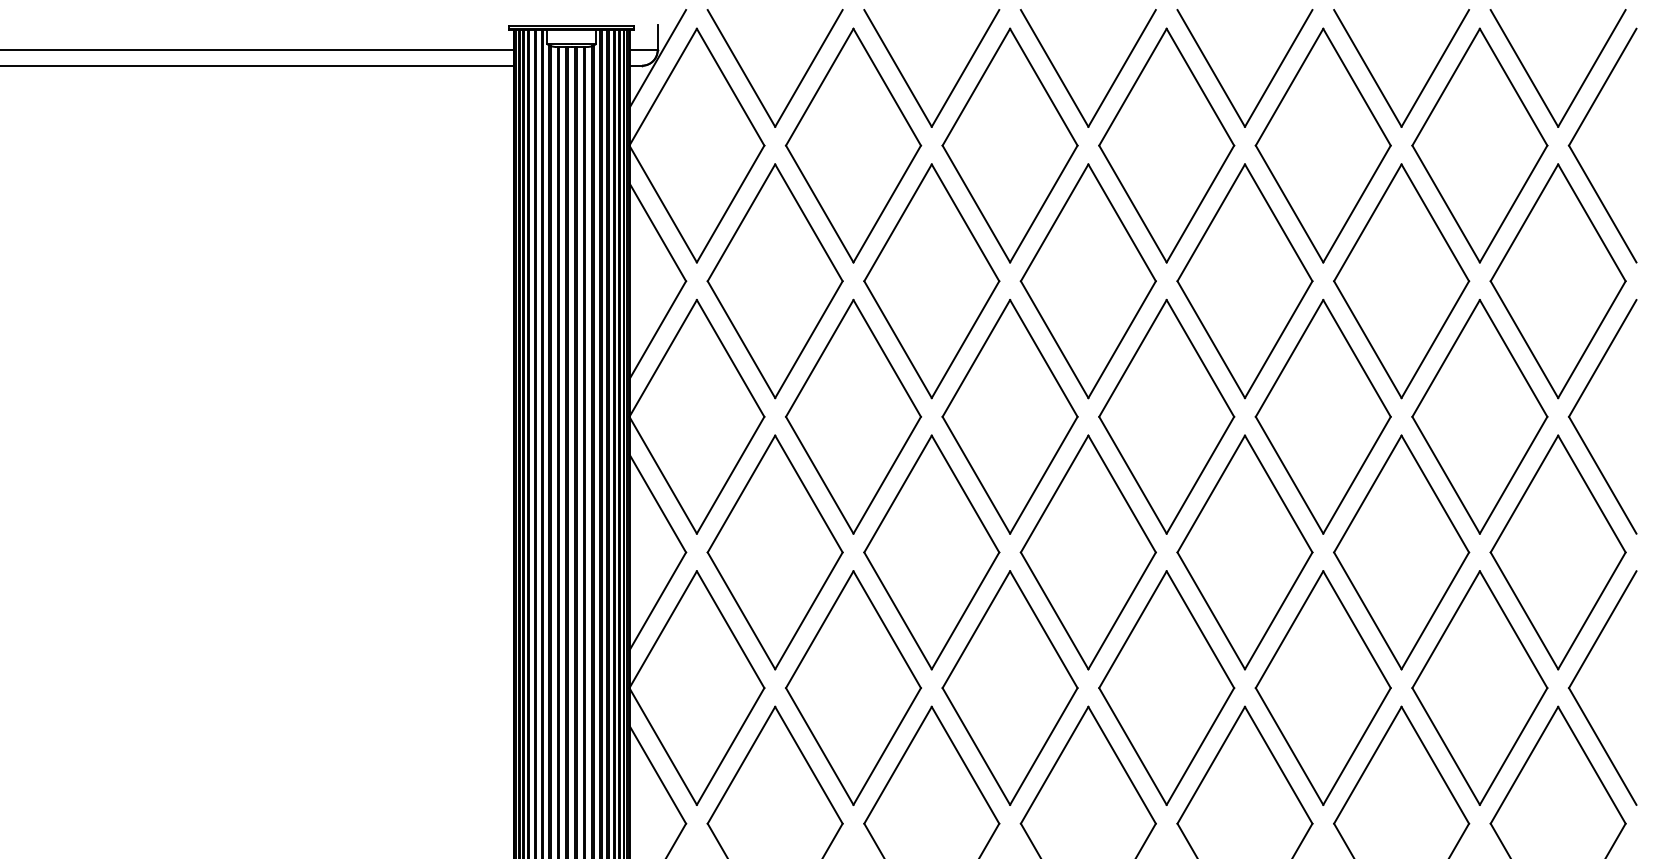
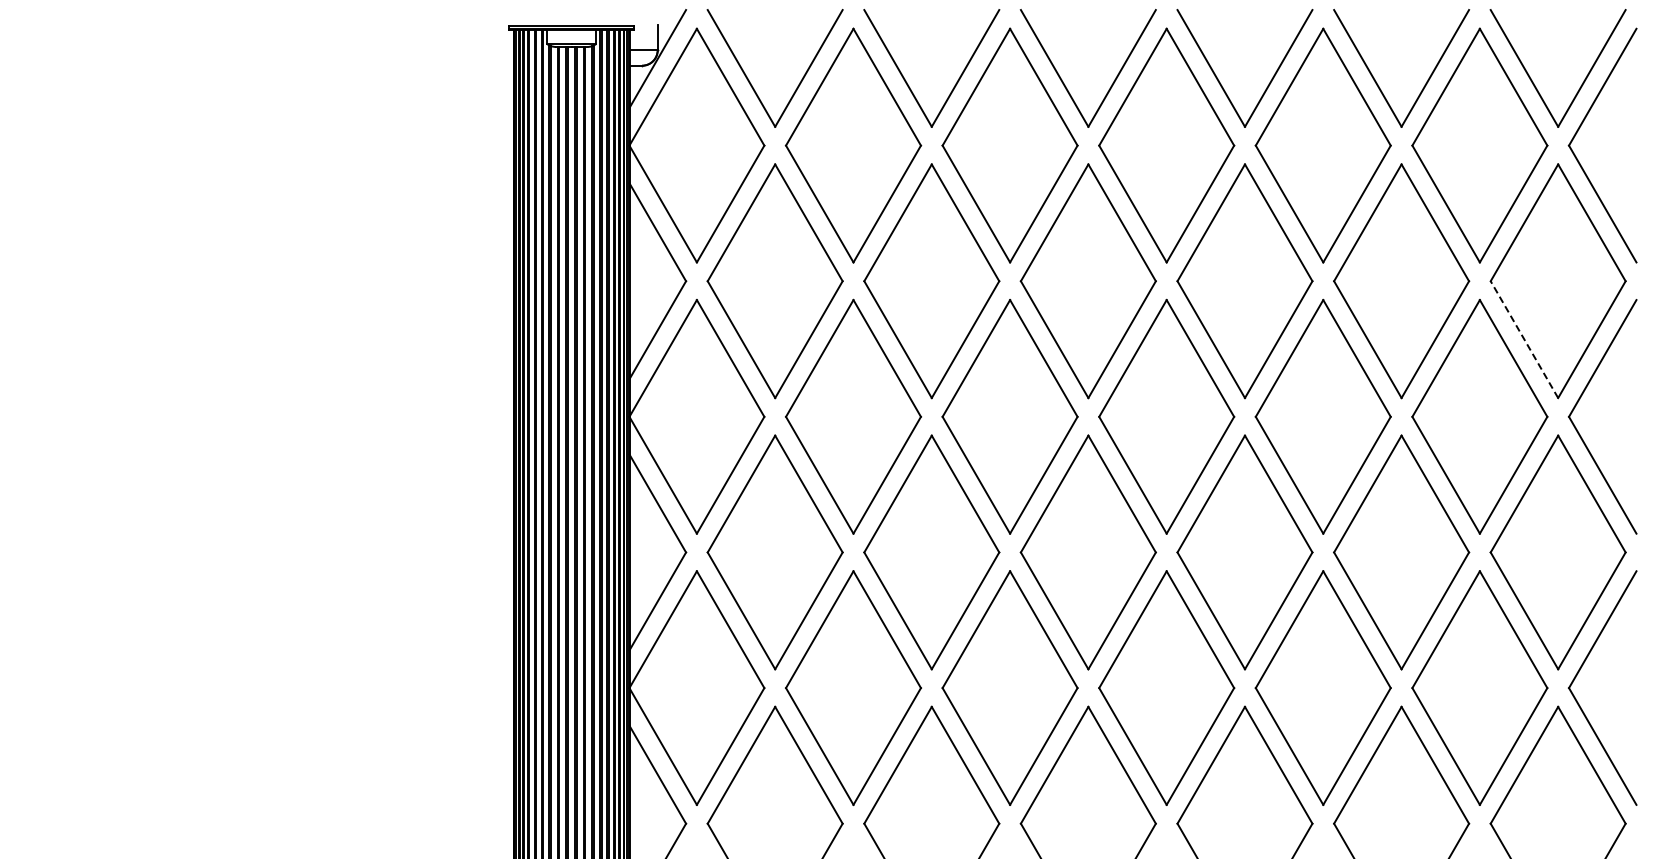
line at (257, 50): present -> none
line at (257, 65): present -> none
line at (1524, 339): solid -> dashed
